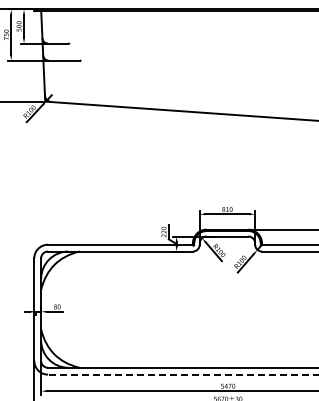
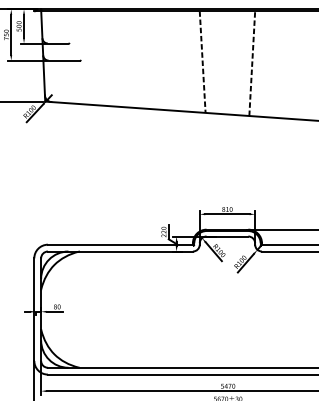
line at (202, 61): none -> present
line at (252, 63): none -> present
line at (182, 374): dashed -> solid
